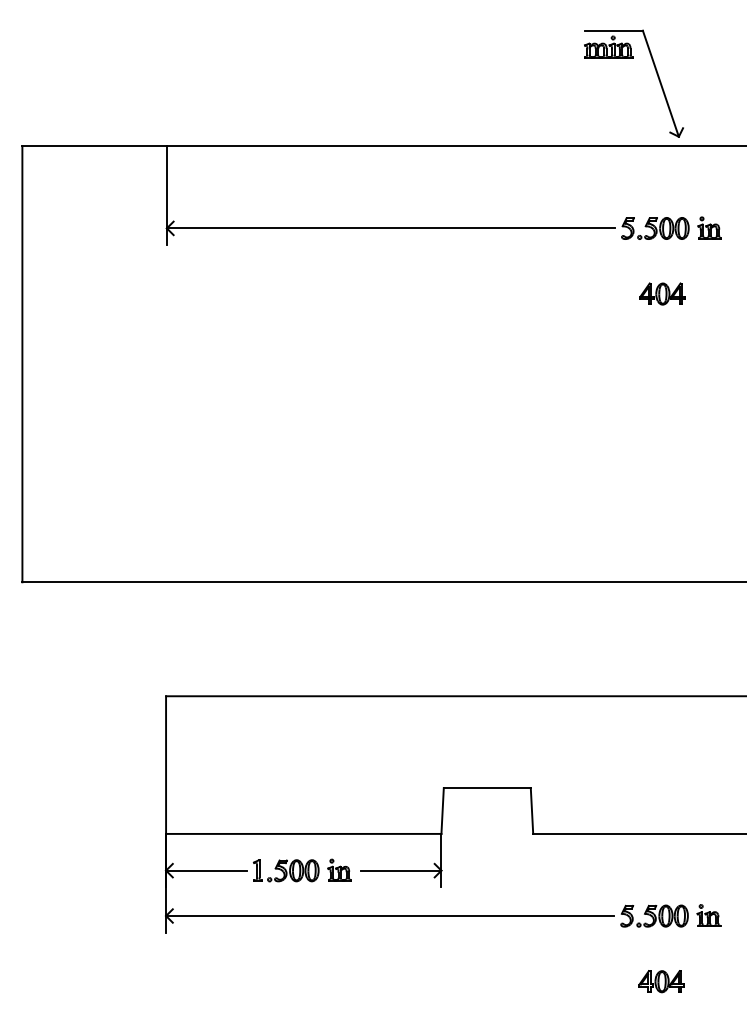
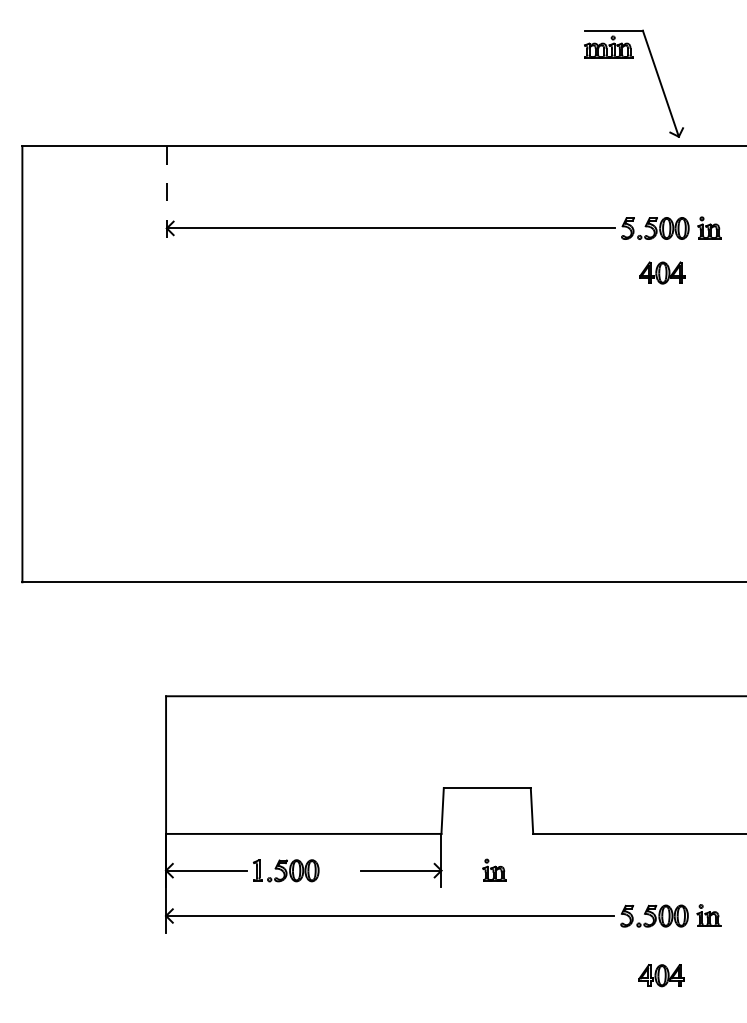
line at (166, 196): solid -> dashed
part at (662, 293) position: (662, 293) -> (662, 272)
part at (339, 869) position: (339, 869) -> (494, 869)
part at (661, 981) position: (661, 981) -> (661, 975)
